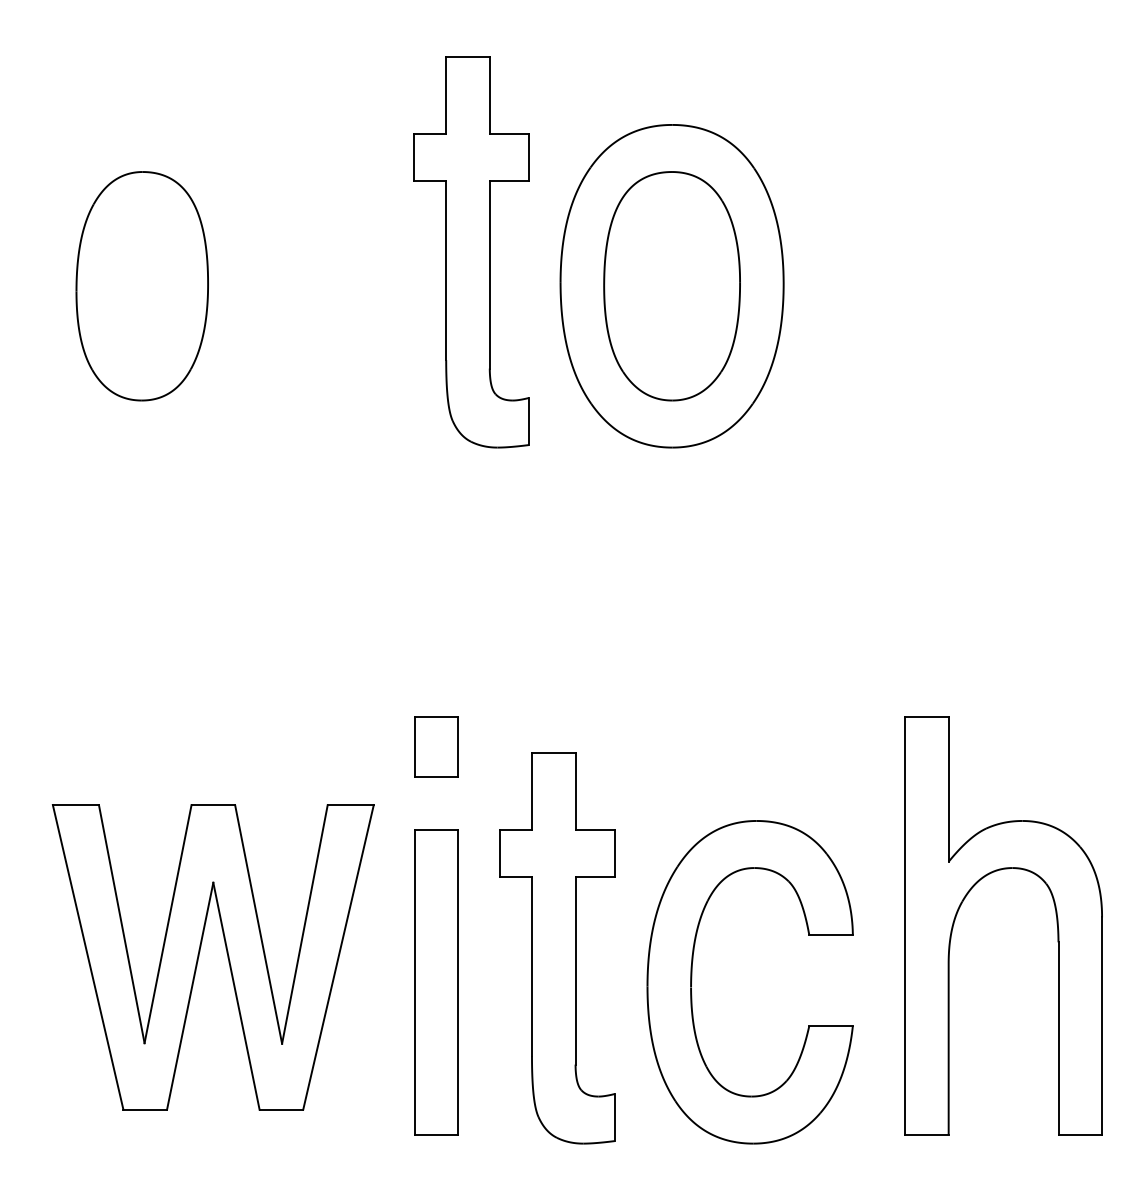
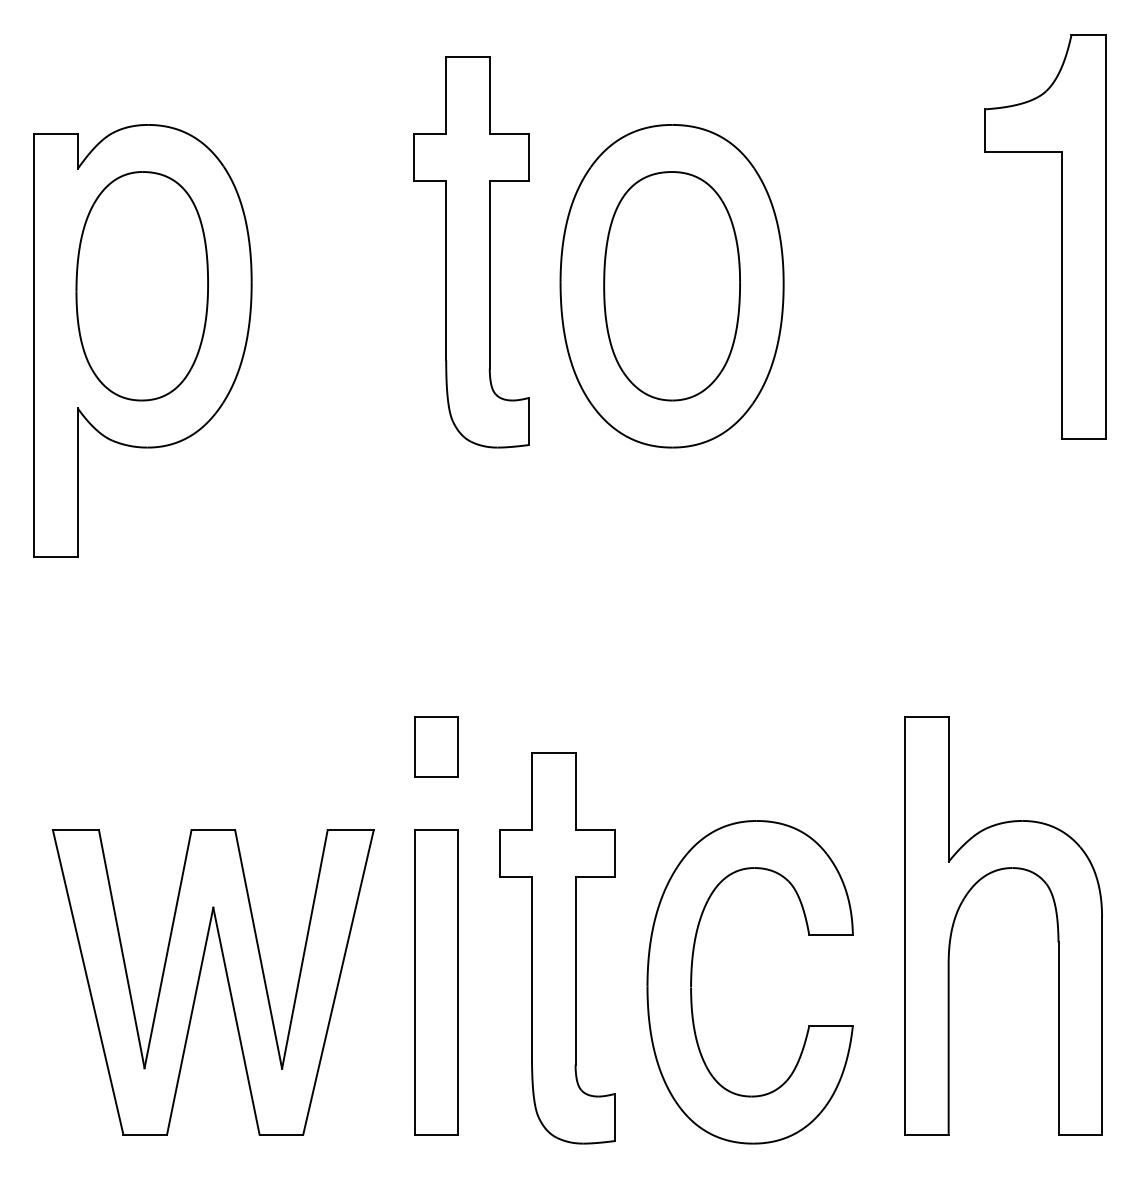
part at (1061, 236): none -> present
part at (142, 340): none -> present
part at (199, 956) position: (199, 956) -> (199, 981)
